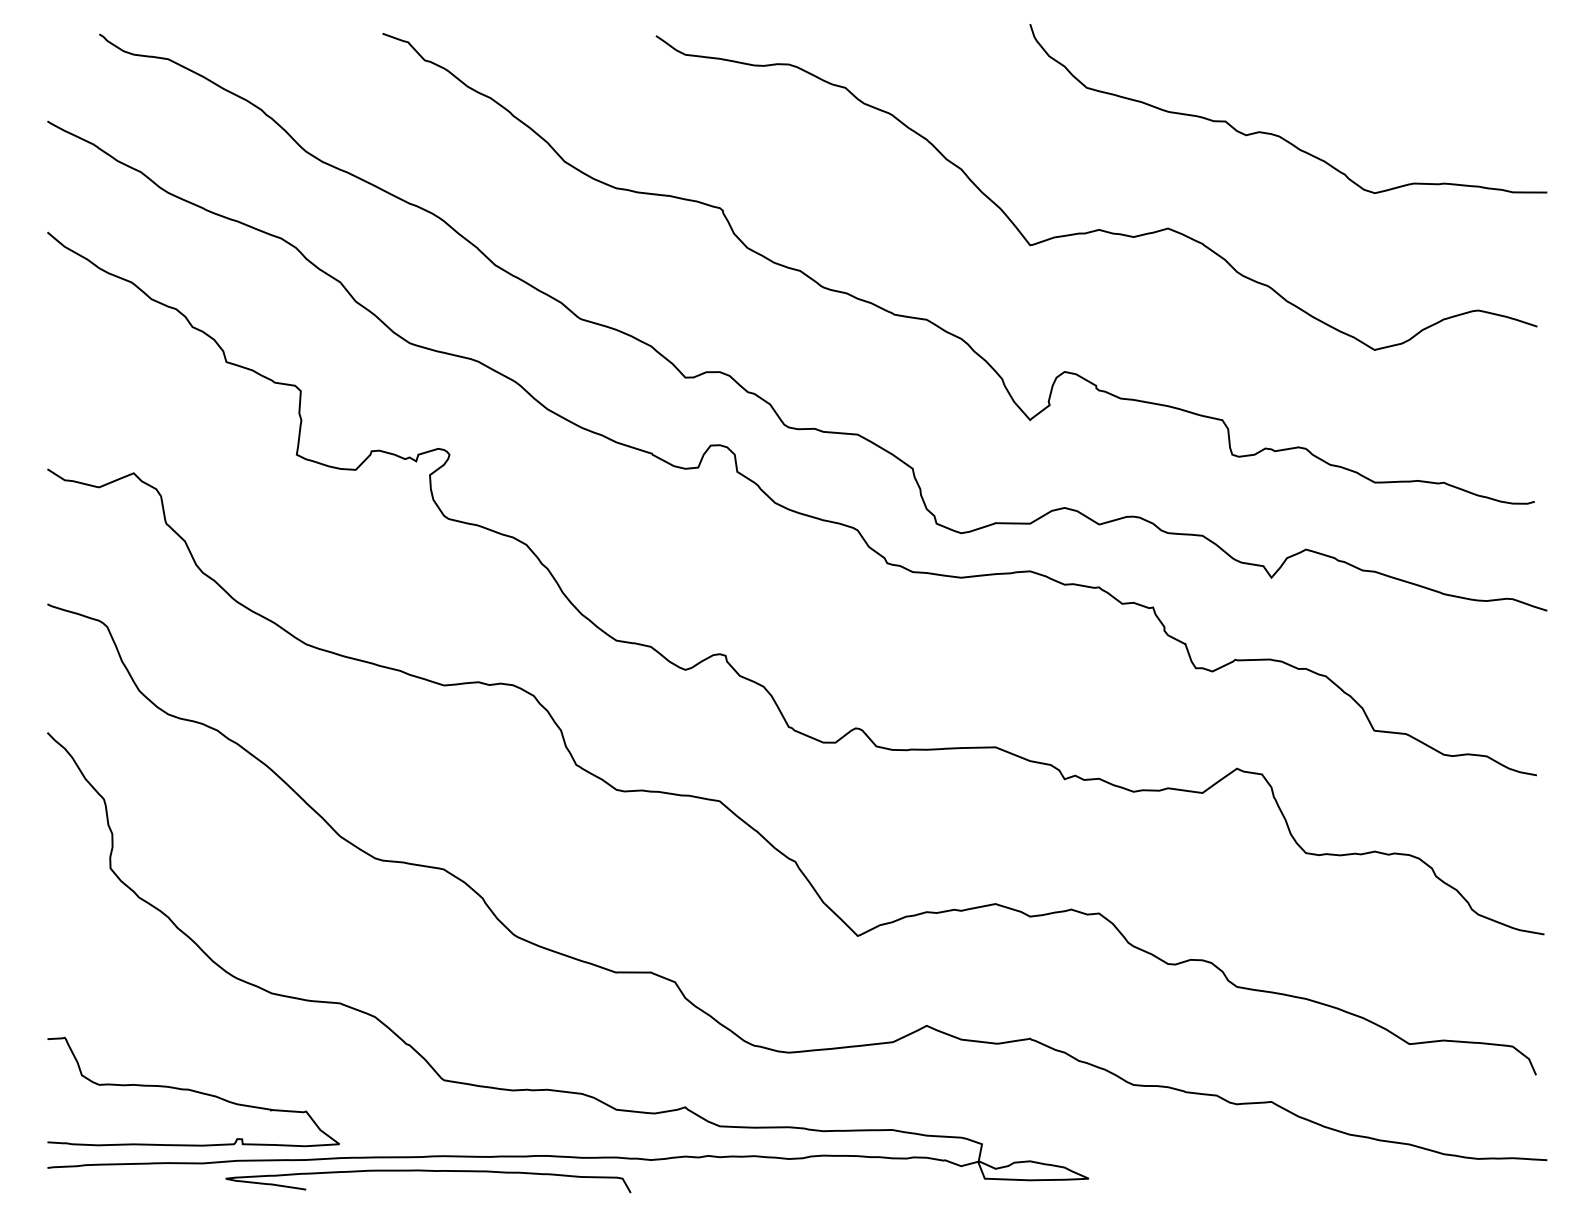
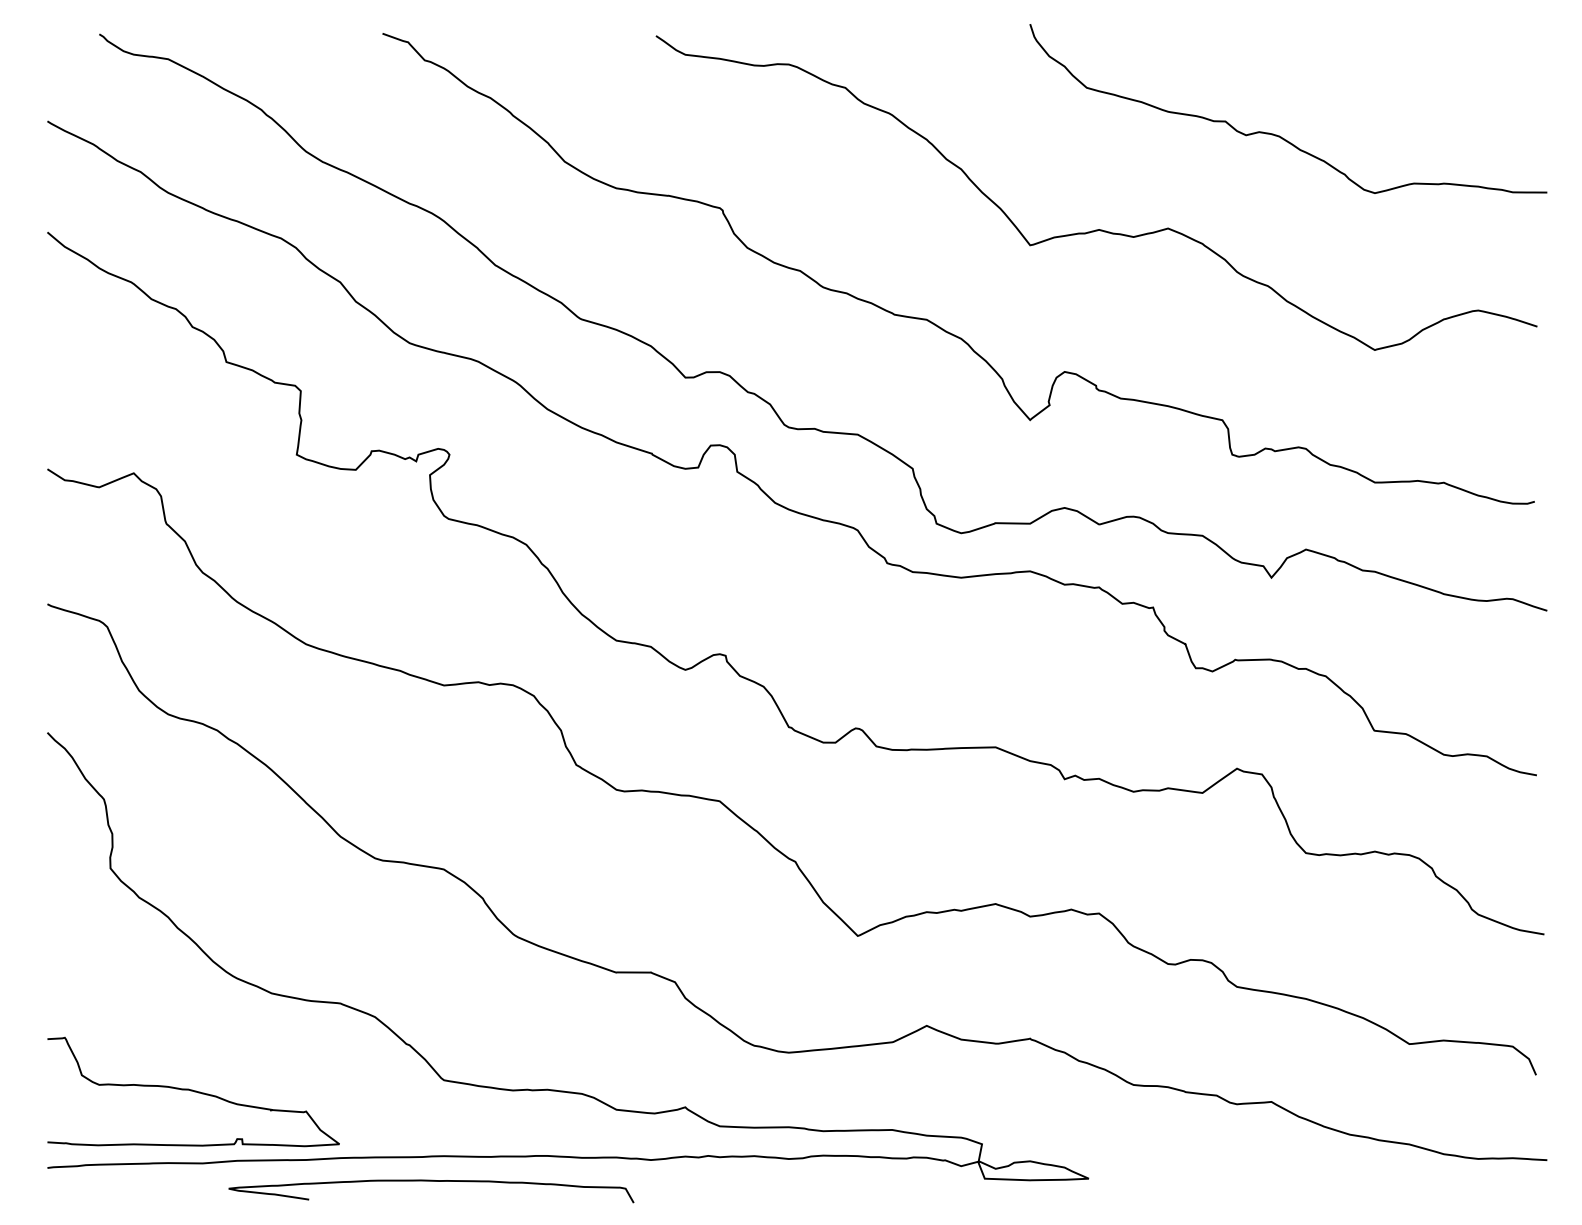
curve at (428, 1171) position: (428, 1171) -> (431, 1181)
